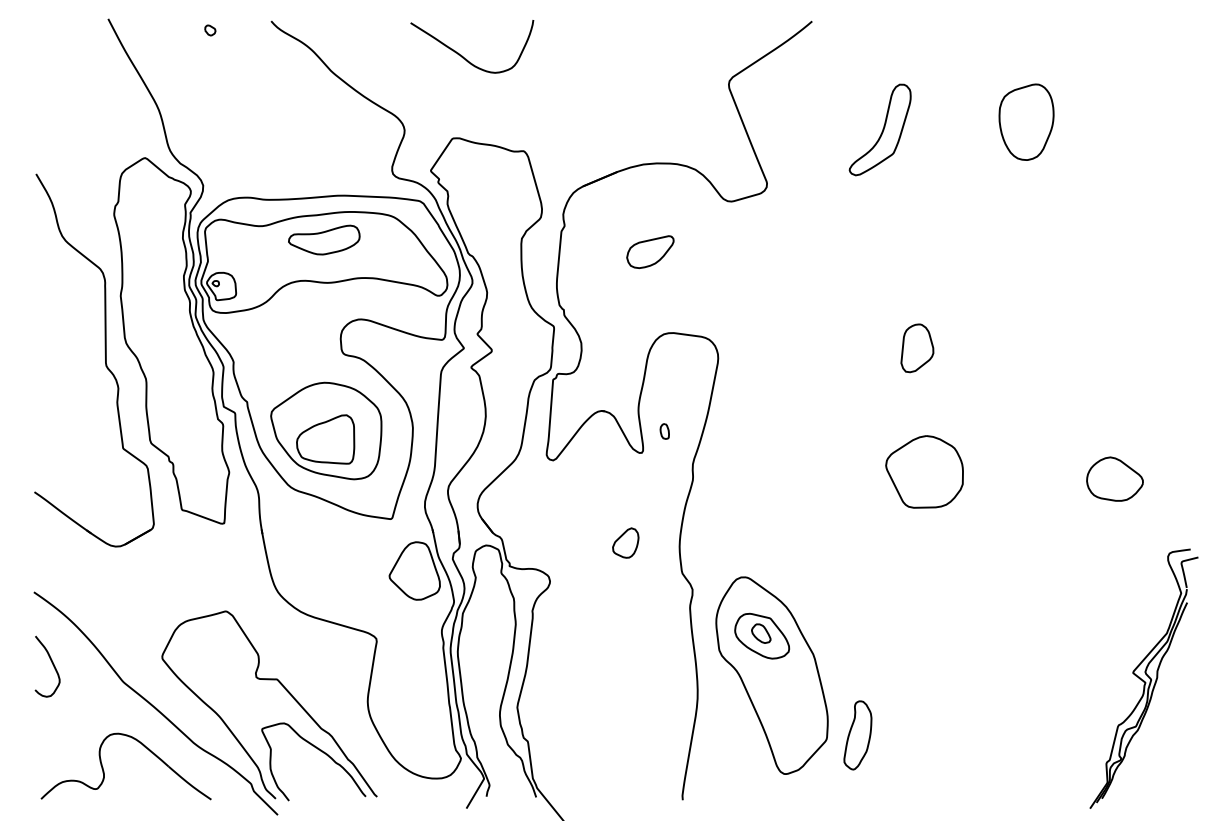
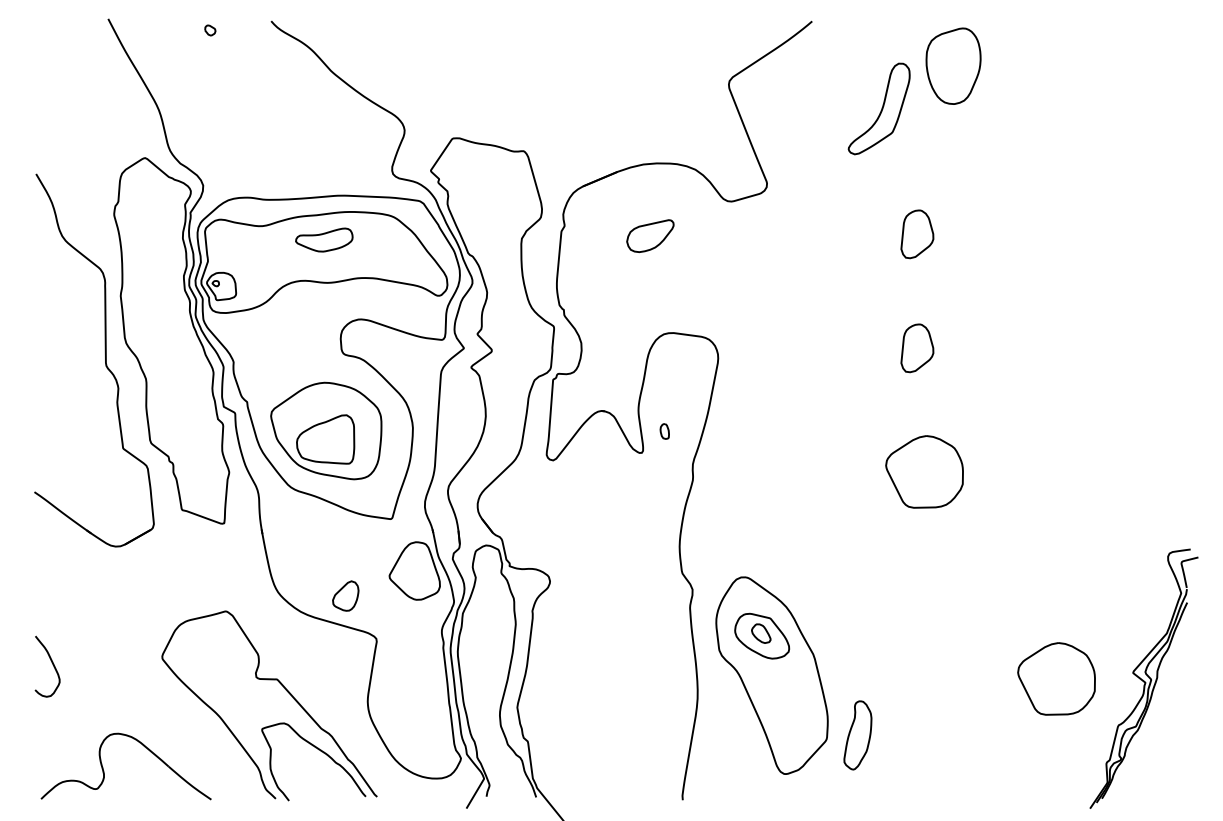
curve at (466, 58): present -> none
part at (1026, 121) position: (1026, 121) -> (953, 65)
part at (879, 129) position: (879, 129) -> (878, 108)
part at (917, 234): none -> present
part at (324, 239) size: 73x32 px -> 59x26 px
part at (650, 251) position: (650, 251) -> (650, 235)
part at (1114, 478): present -> none
part at (625, 542) position: (625, 542) -> (345, 595)
part at (1056, 678): none -> present
curve at (153, 705): present -> none
